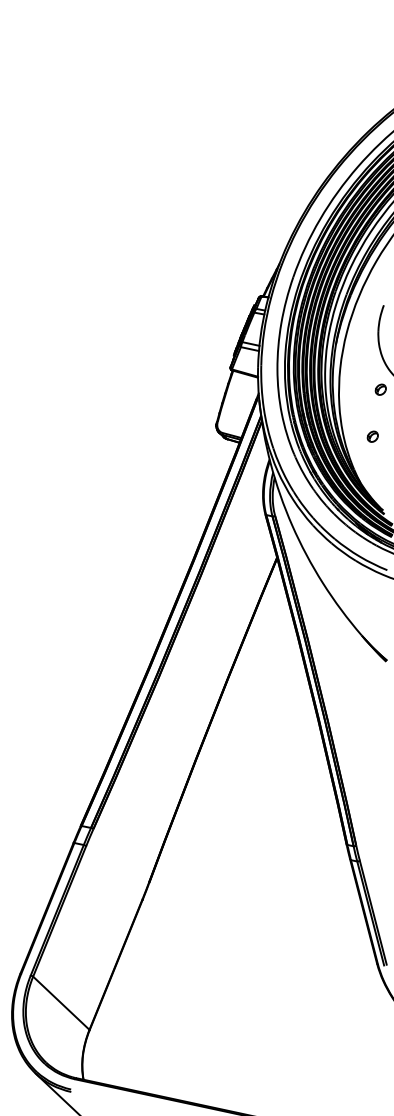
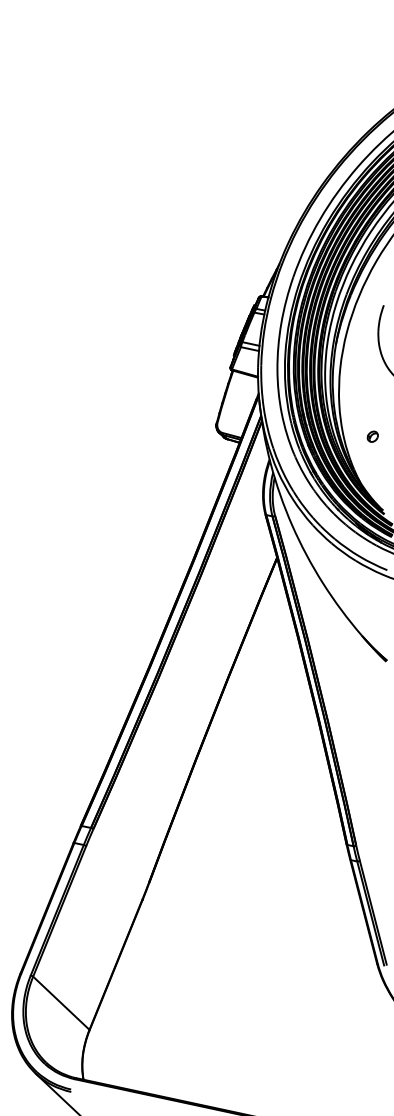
part at (380, 389): present -> none
